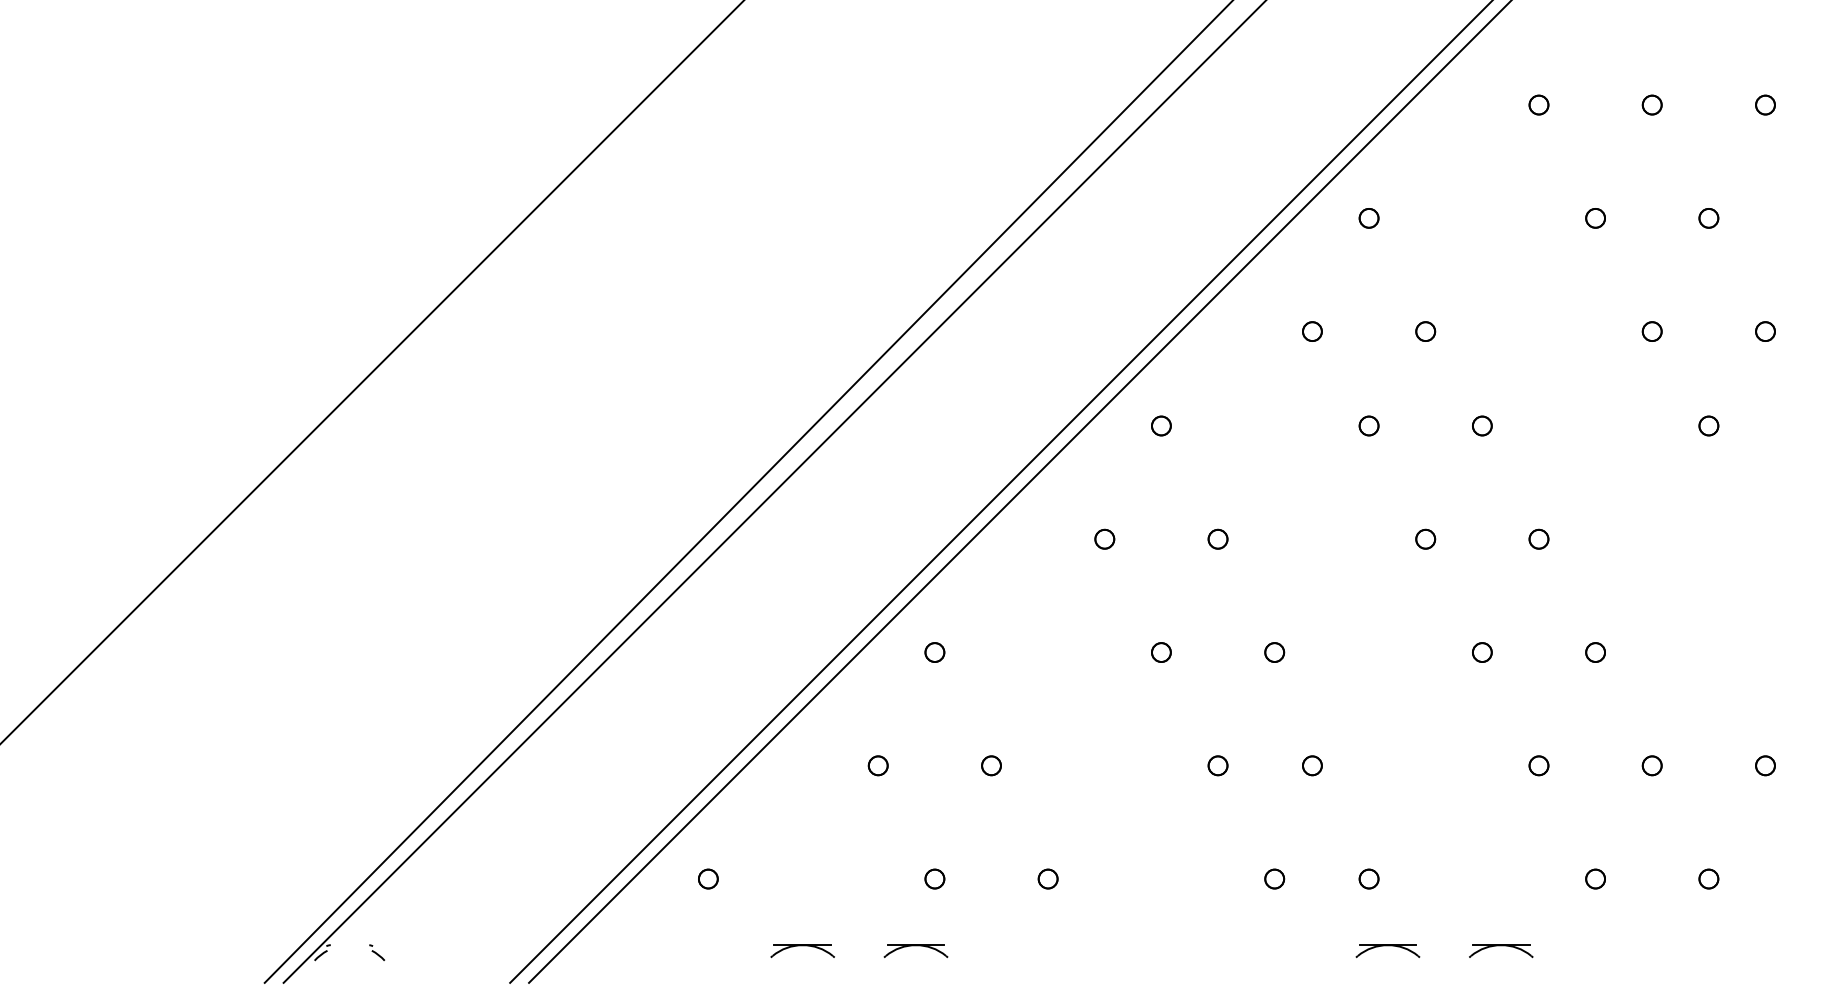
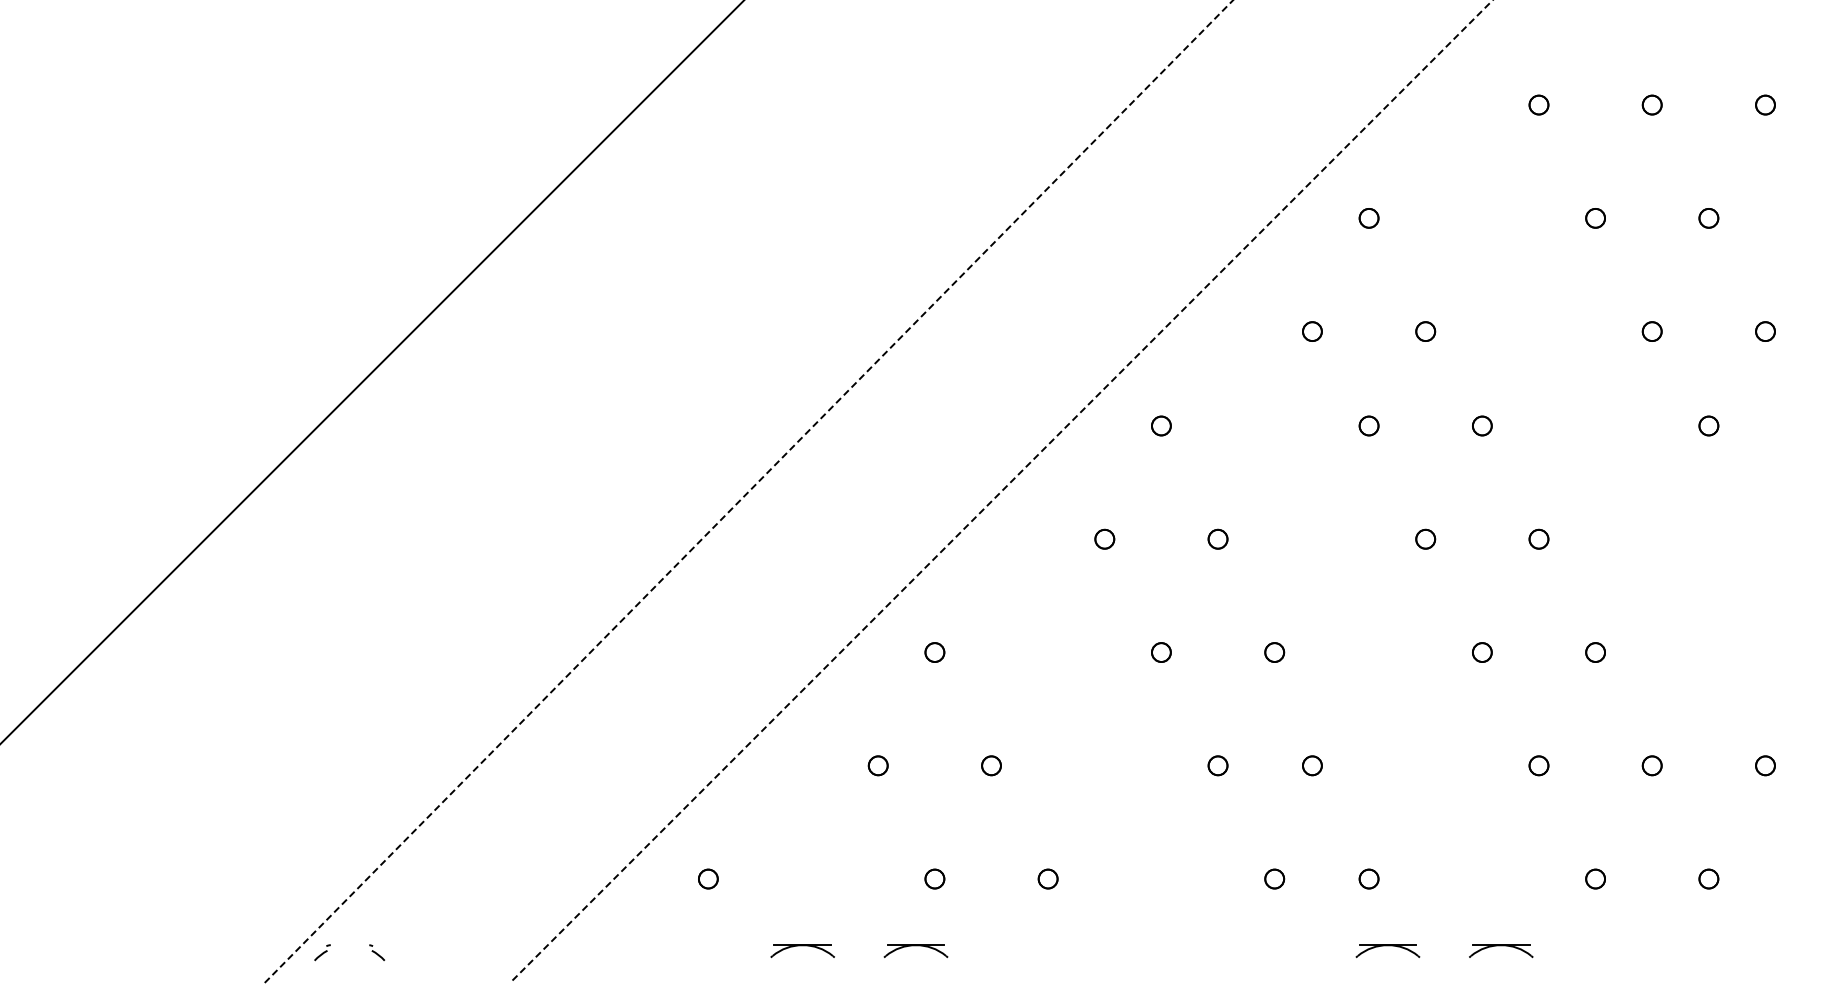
line at (749, 491): solid -> dashed
line at (1001, 491): solid -> dashed
line at (773, 492): present -> none
line at (1019, 492): present -> none
